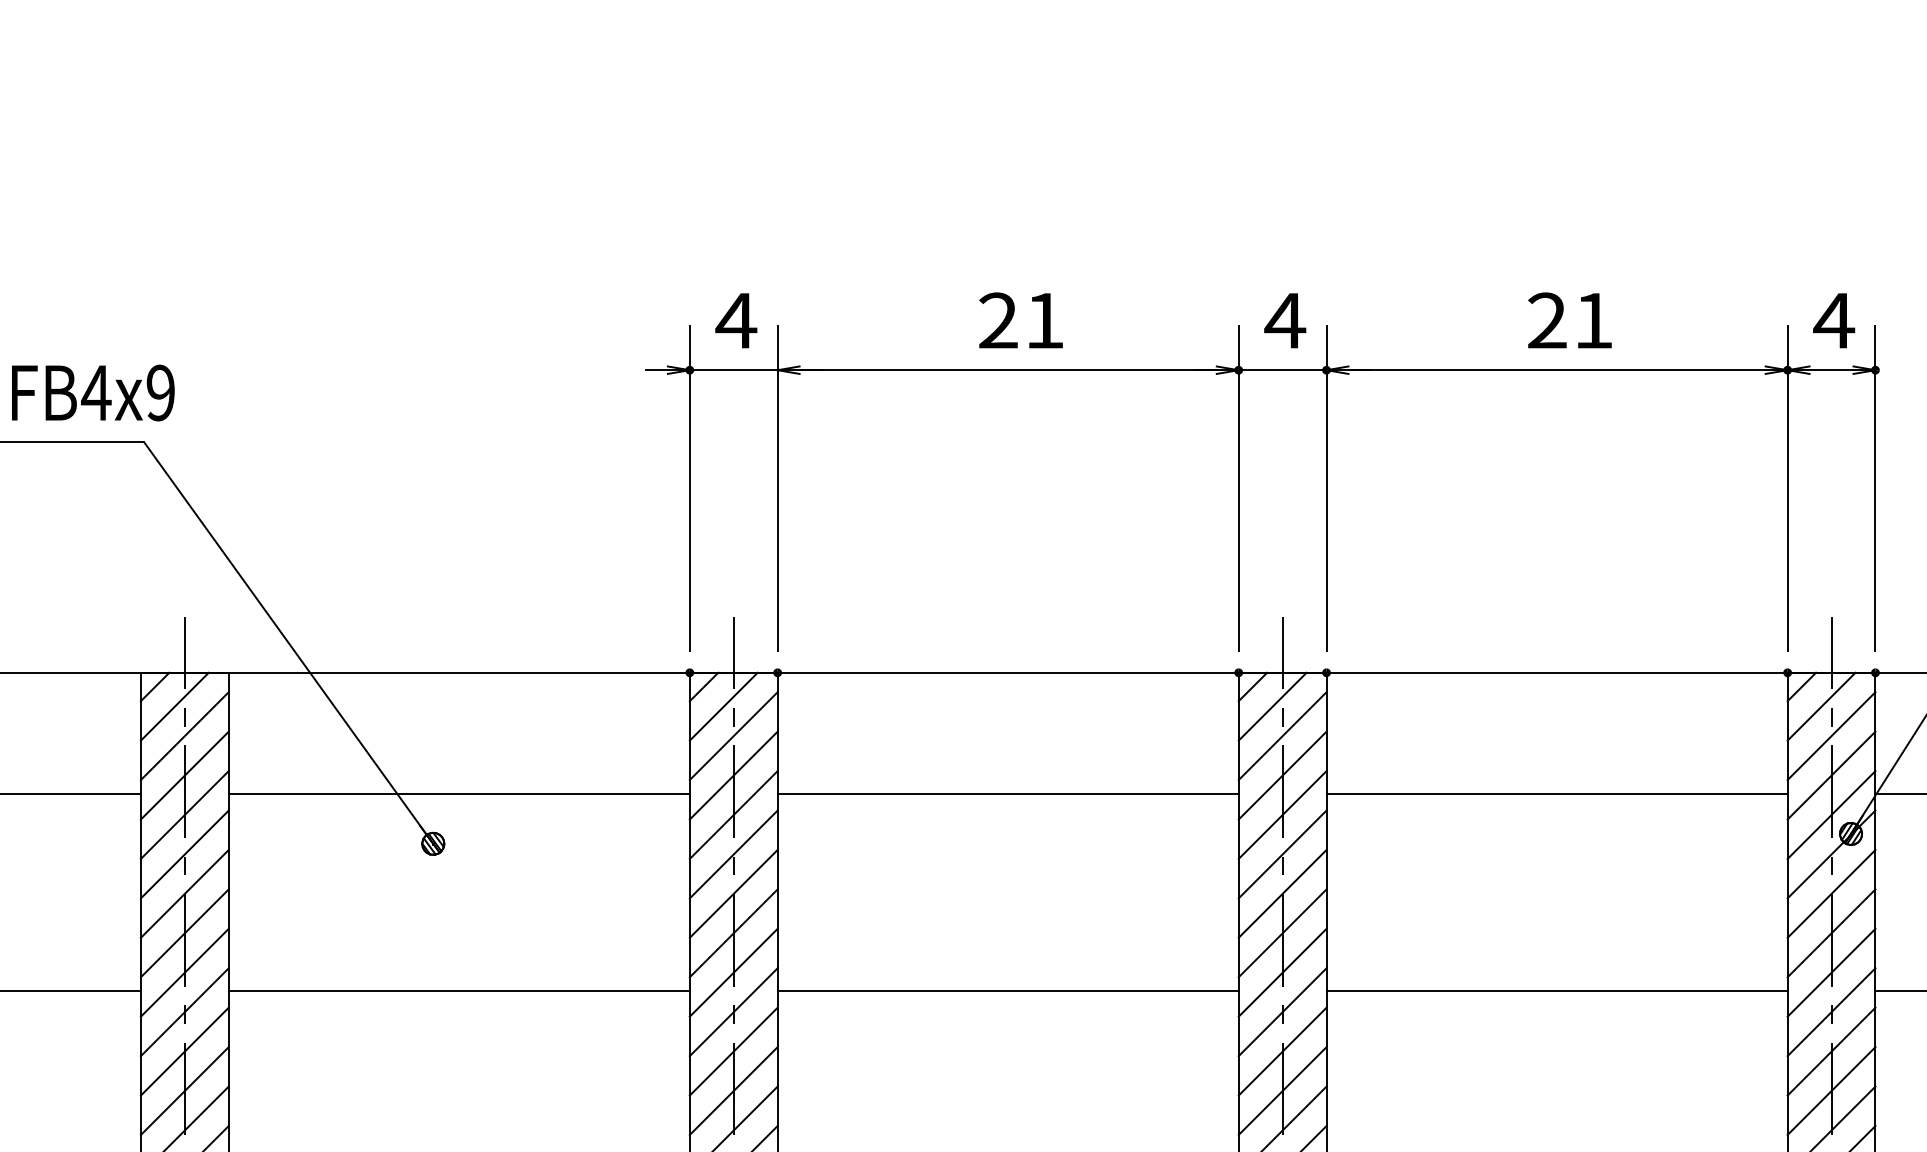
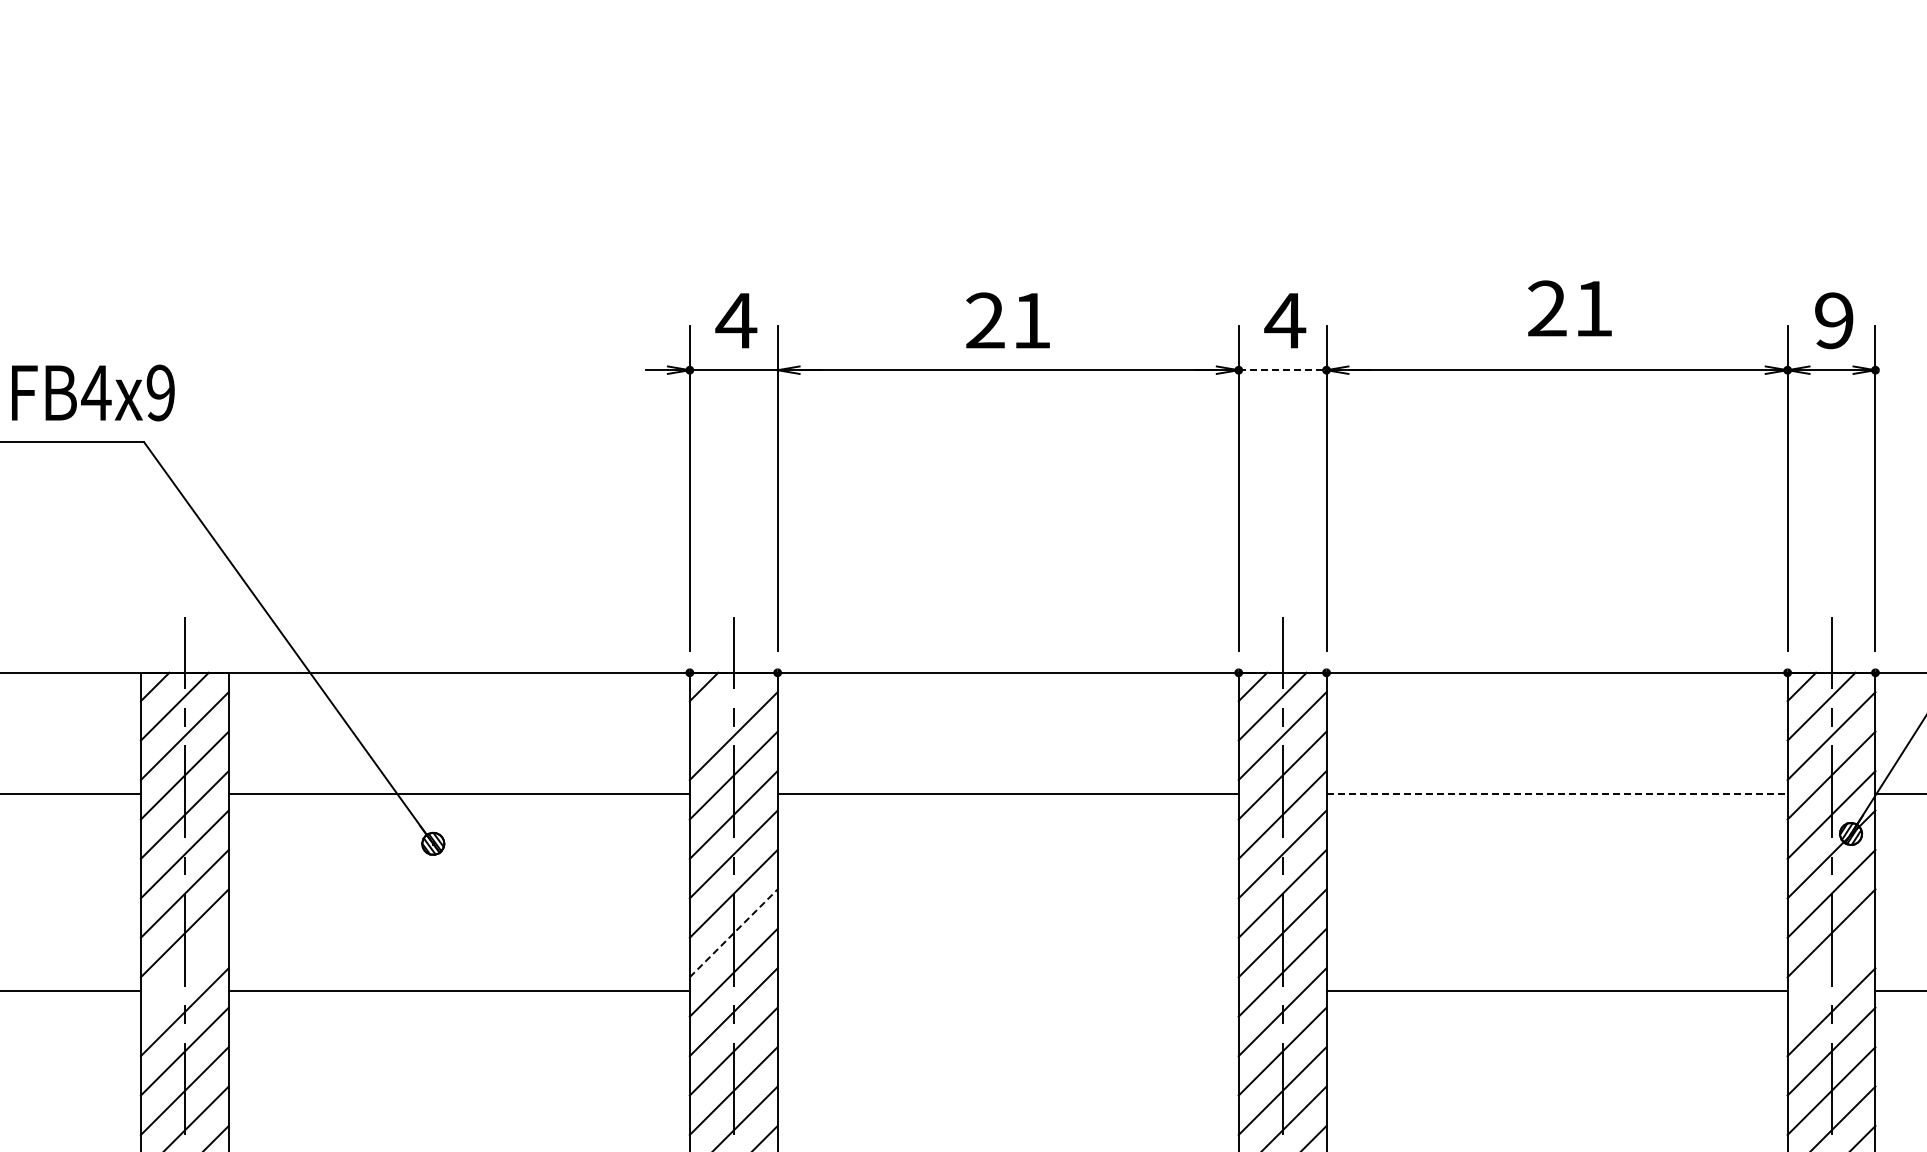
text at (1020, 320) position: (1020, 320) -> (1007, 320)
text at (1569, 320) position: (1569, 320) -> (1569, 308)
text at (1834, 320): 4 -> 9
line at (1282, 370): solid -> dashed
line at (723, 706): present -> none
line at (1557, 793): solid -> dashed
line at (734, 932): solid -> dashed
line at (184, 972): present -> none
line at (1831, 972): present -> none
line at (1007, 991): present -> none
